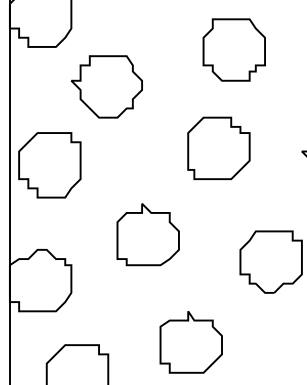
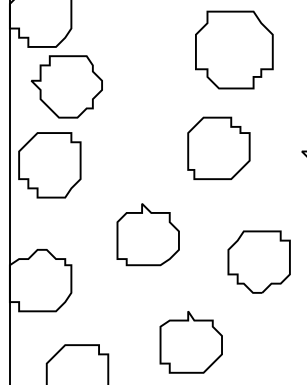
part at (233, 49) size: 64x64 px -> 79x80 px
part at (106, 86) position: (106, 86) -> (66, 86)
part at (270, 261) position: (270, 261) -> (258, 261)
